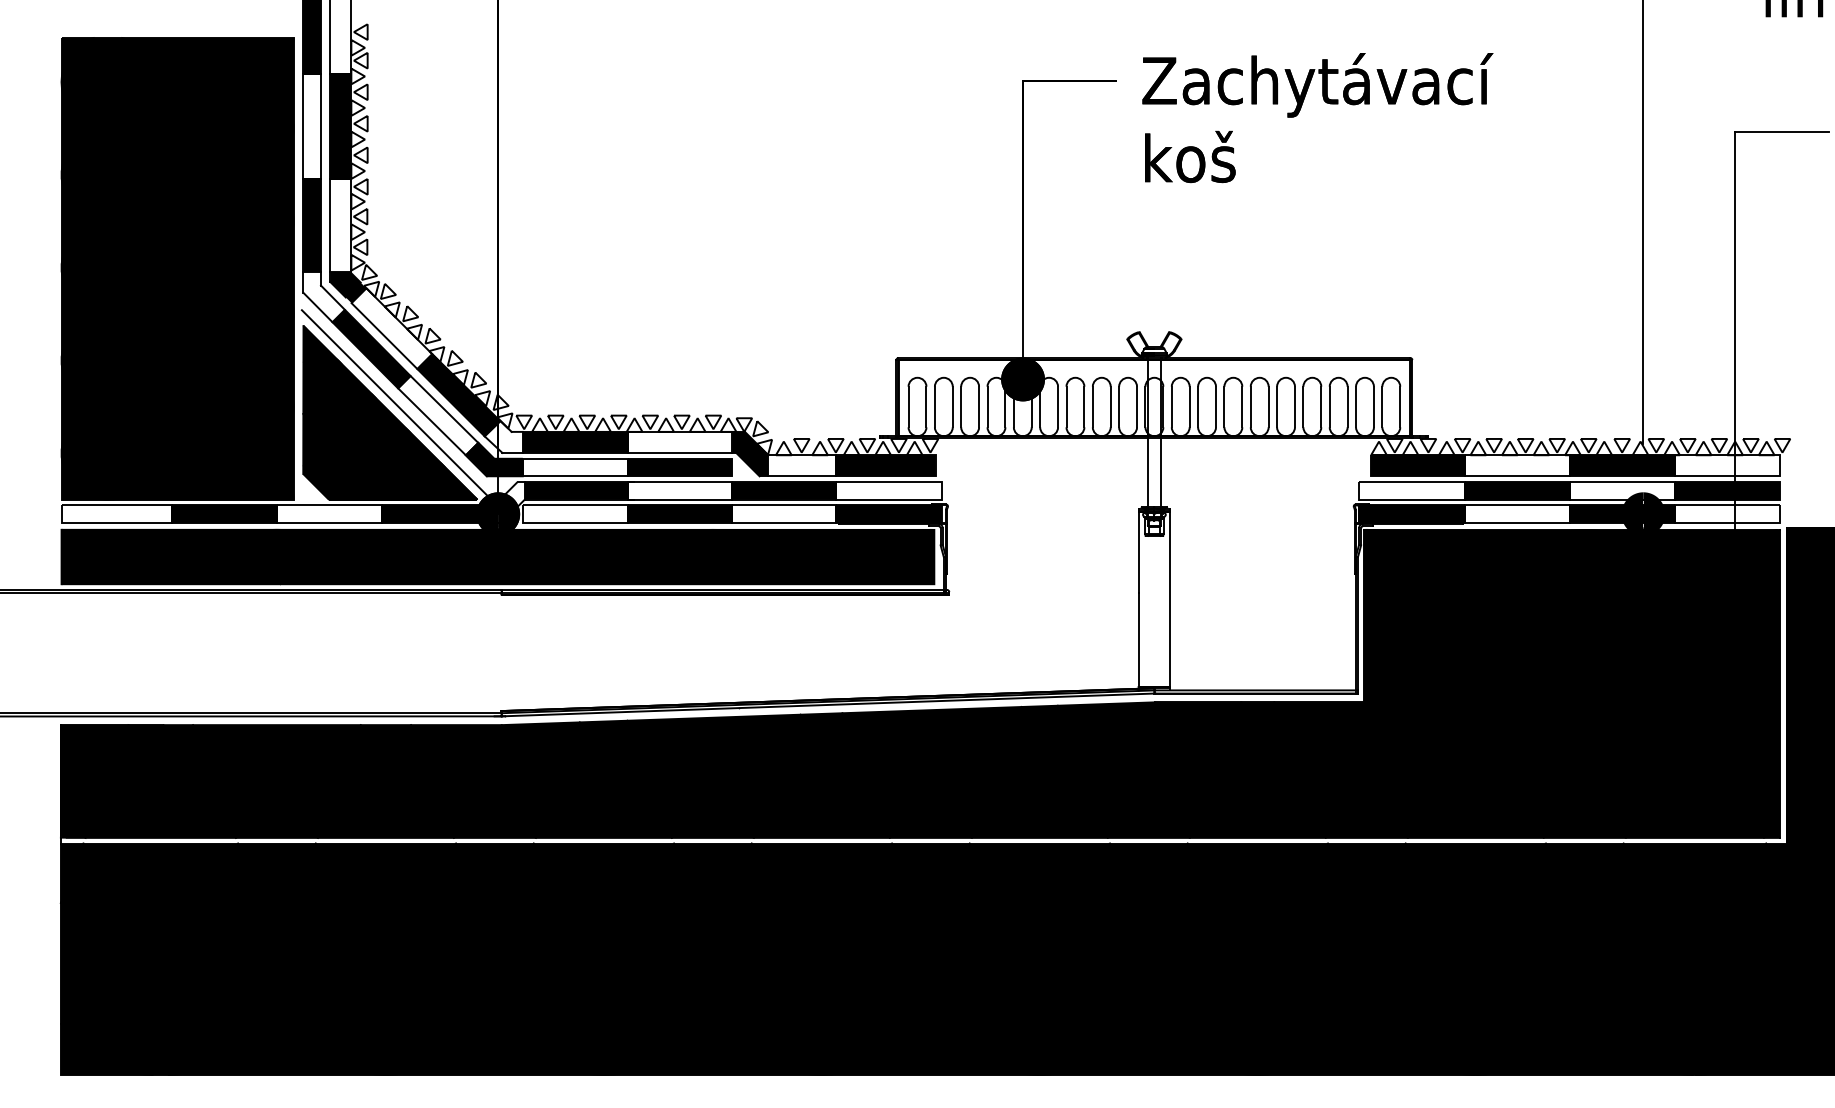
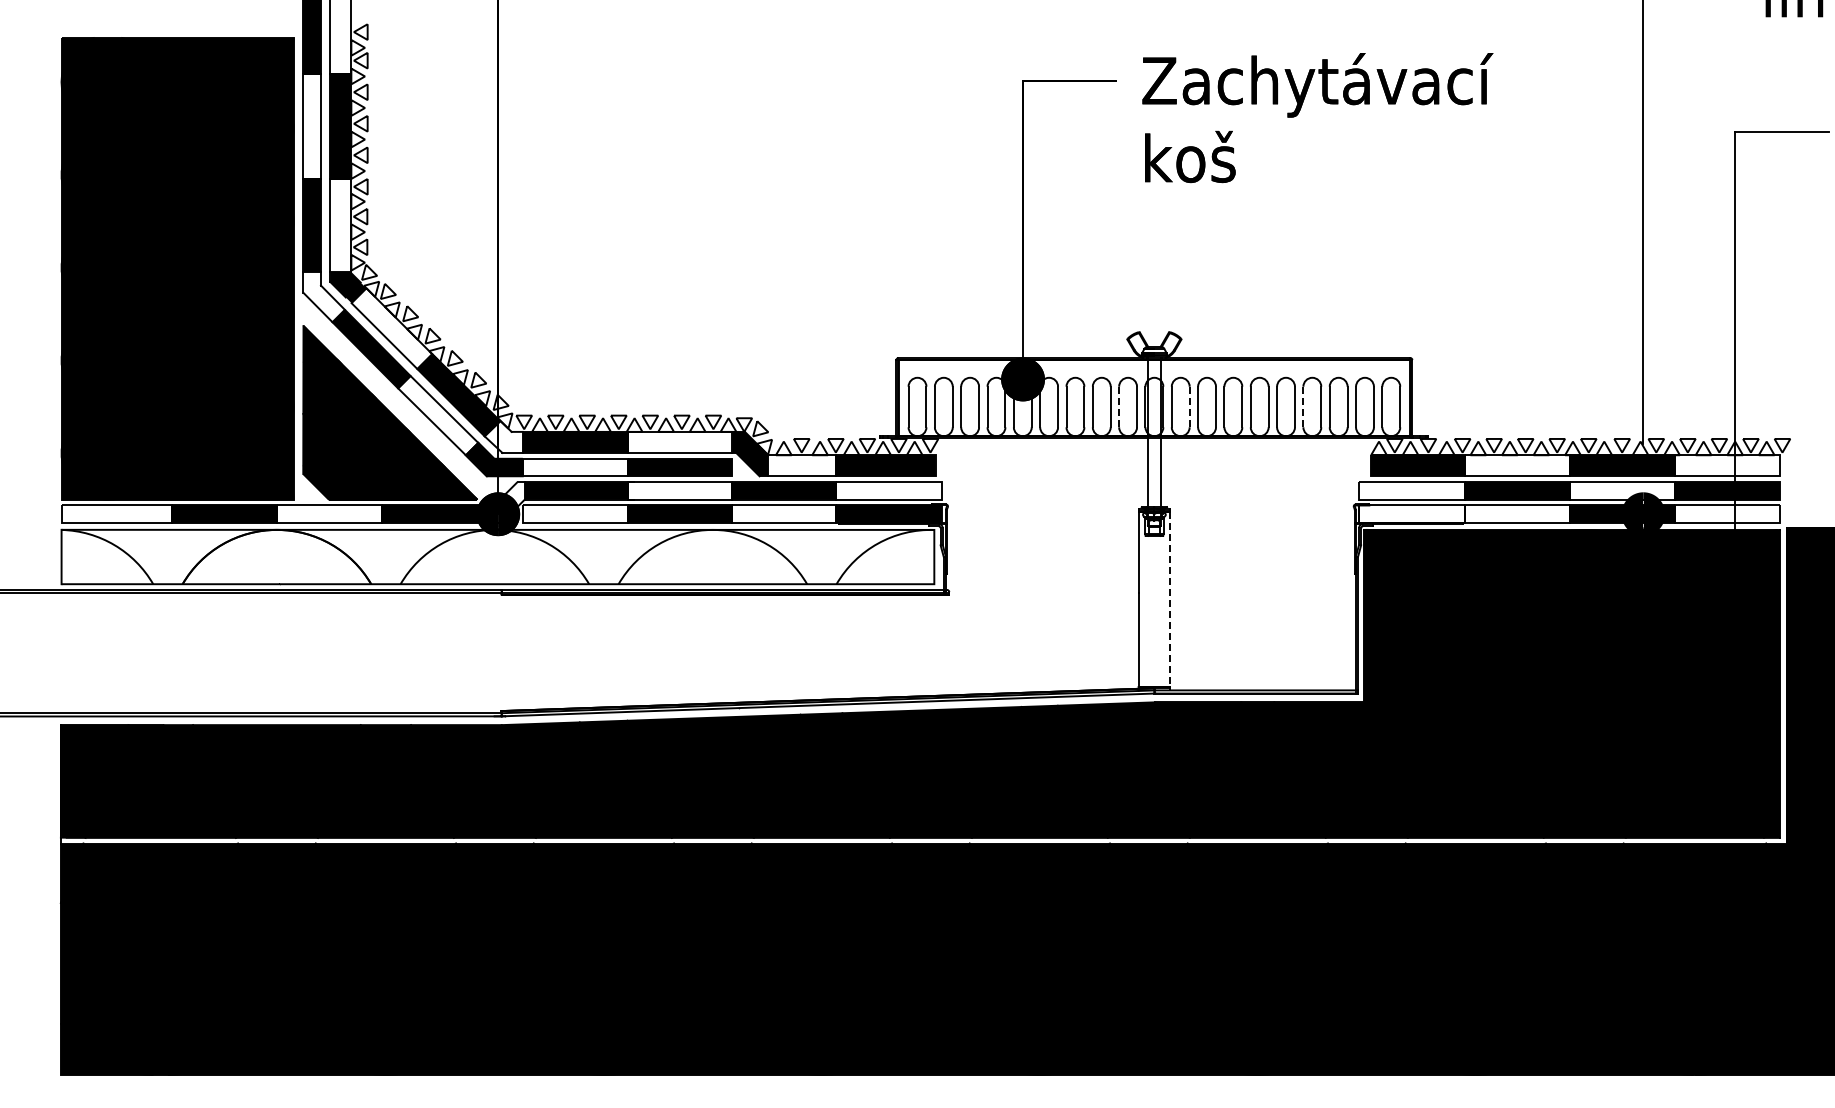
line at (396, 404): present -> none
line at (1119, 406): solid -> dashed
line at (1303, 406): solid -> dashed
line at (1189, 407): solid -> dashed
fill at (1411, 514): present -> none
fill at (497, 556): present -> none
line at (1170, 600): solid -> dashed
